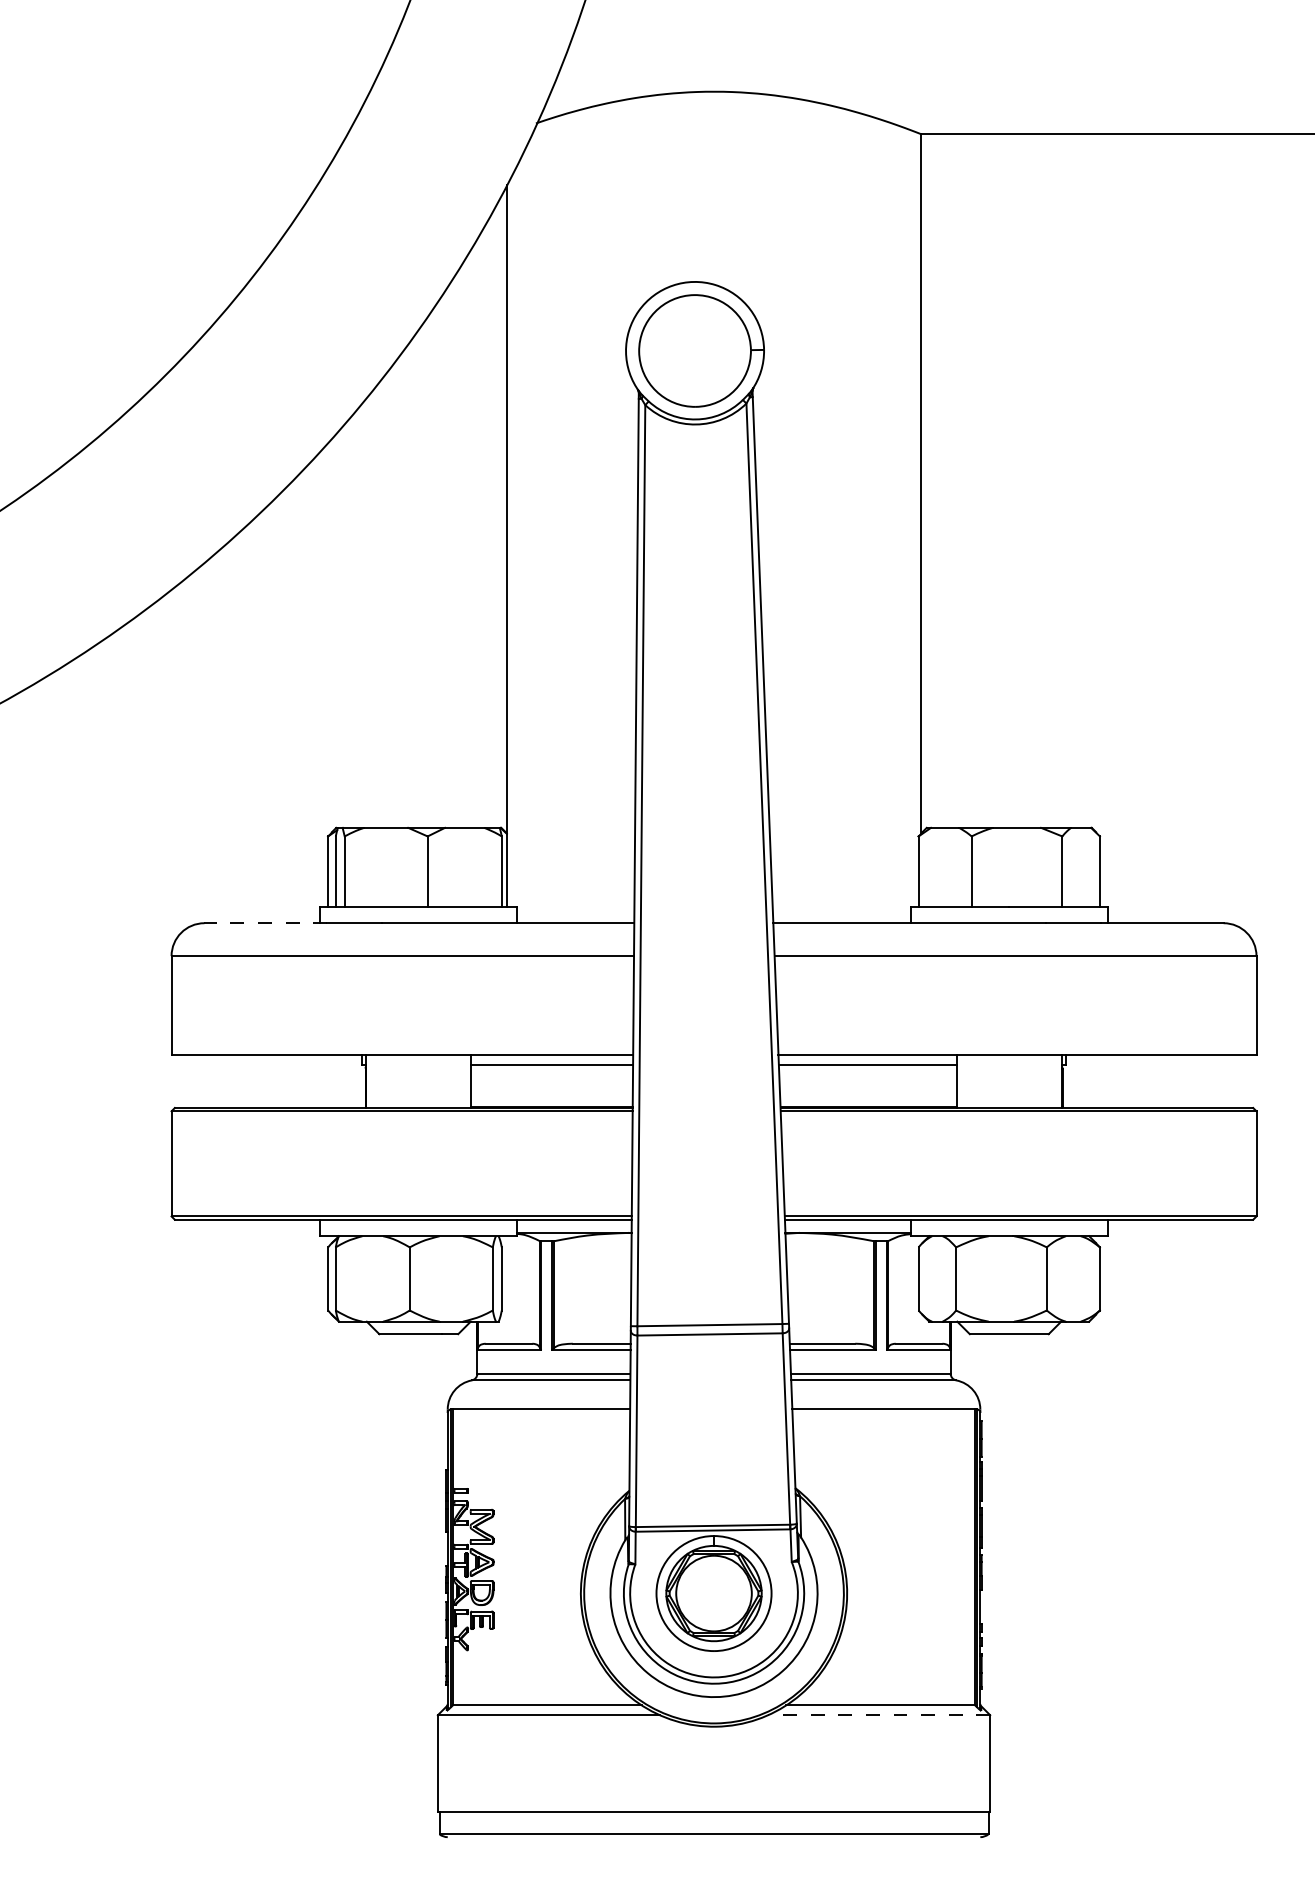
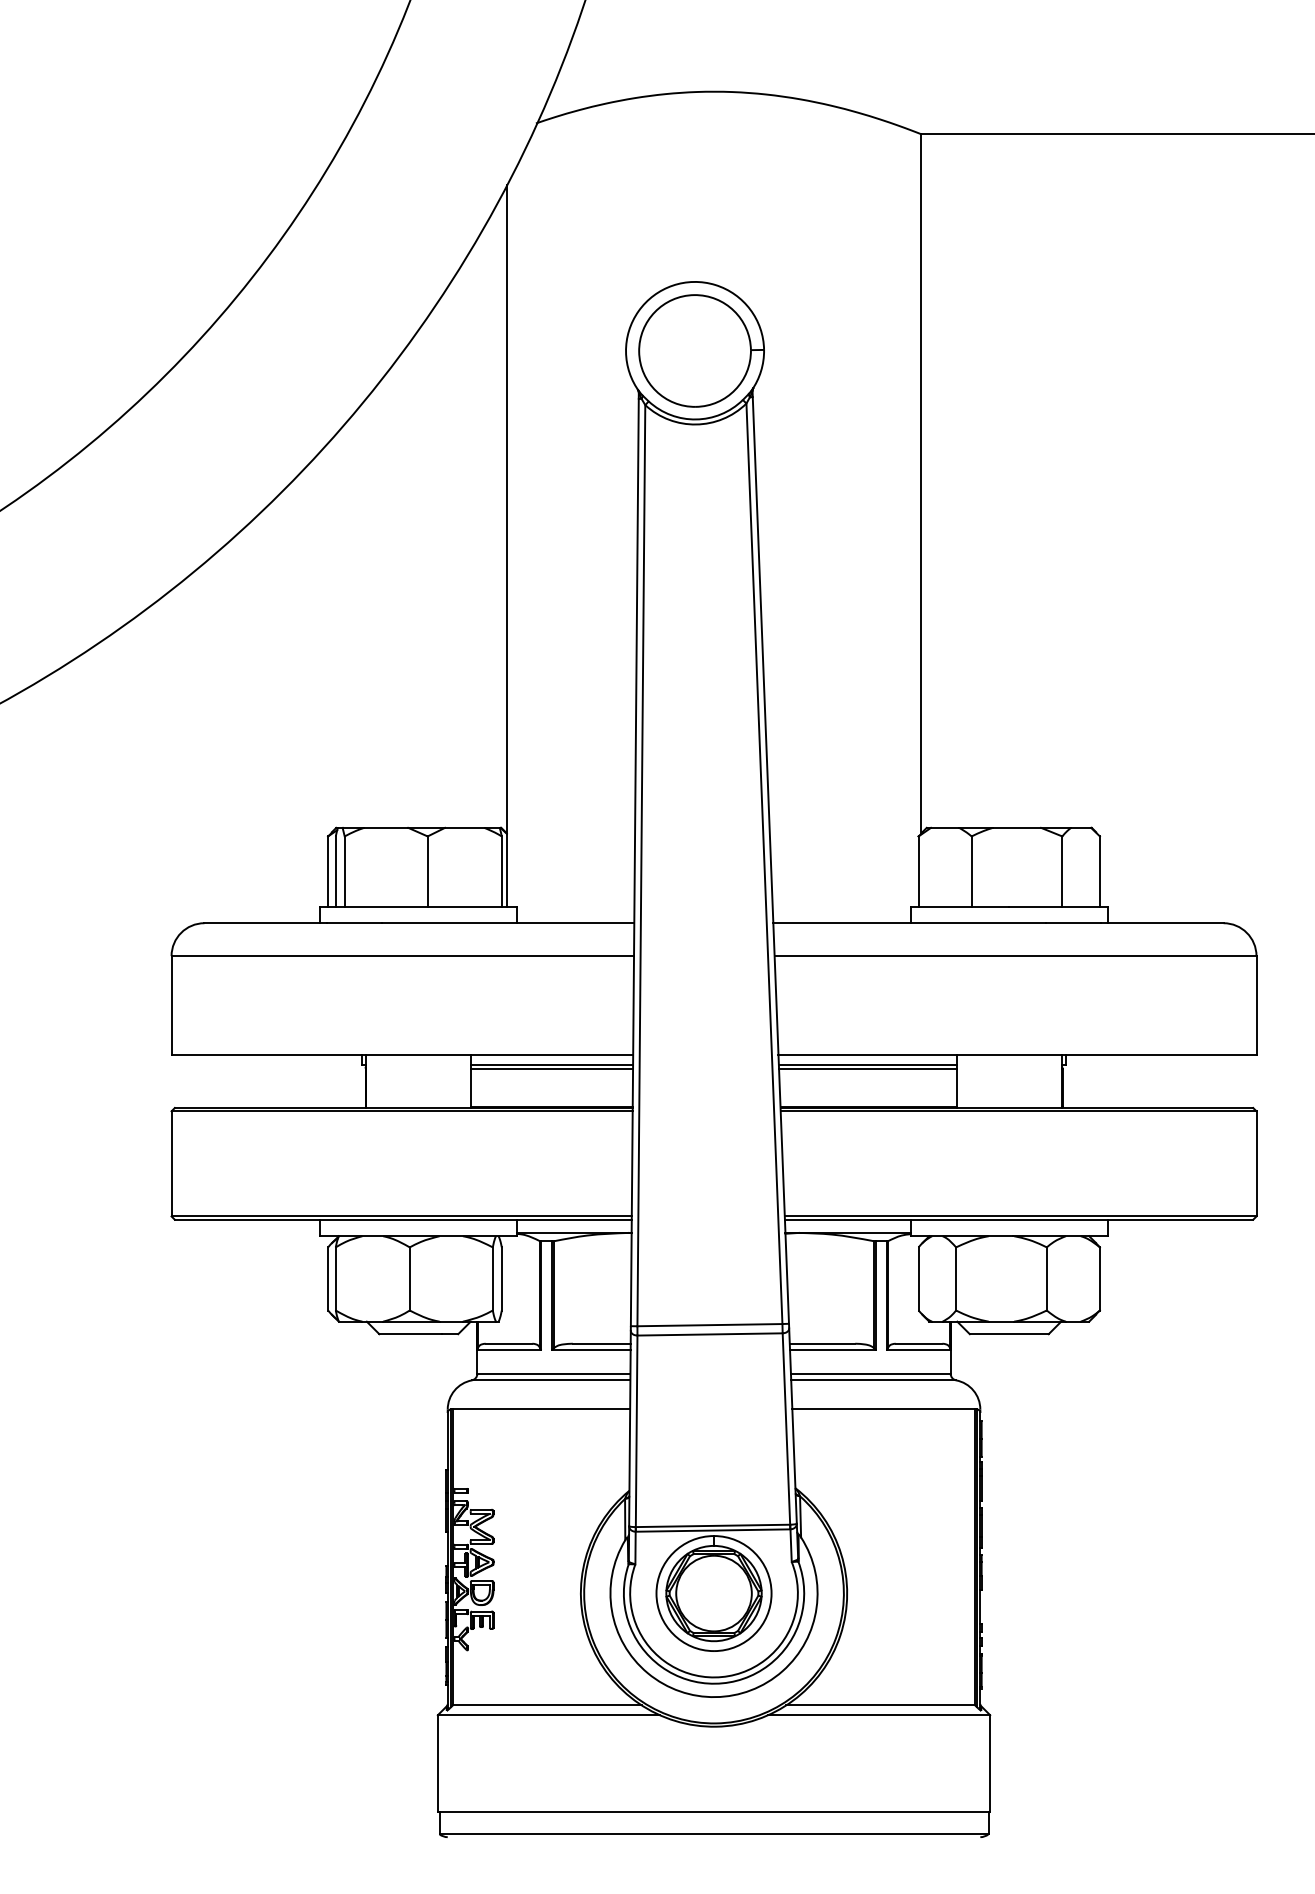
line at (265, 923): dashed -> solid
line at (552, 1068): none -> present
line at (867, 1068): none -> present
line at (878, 1715): dashed -> solid
